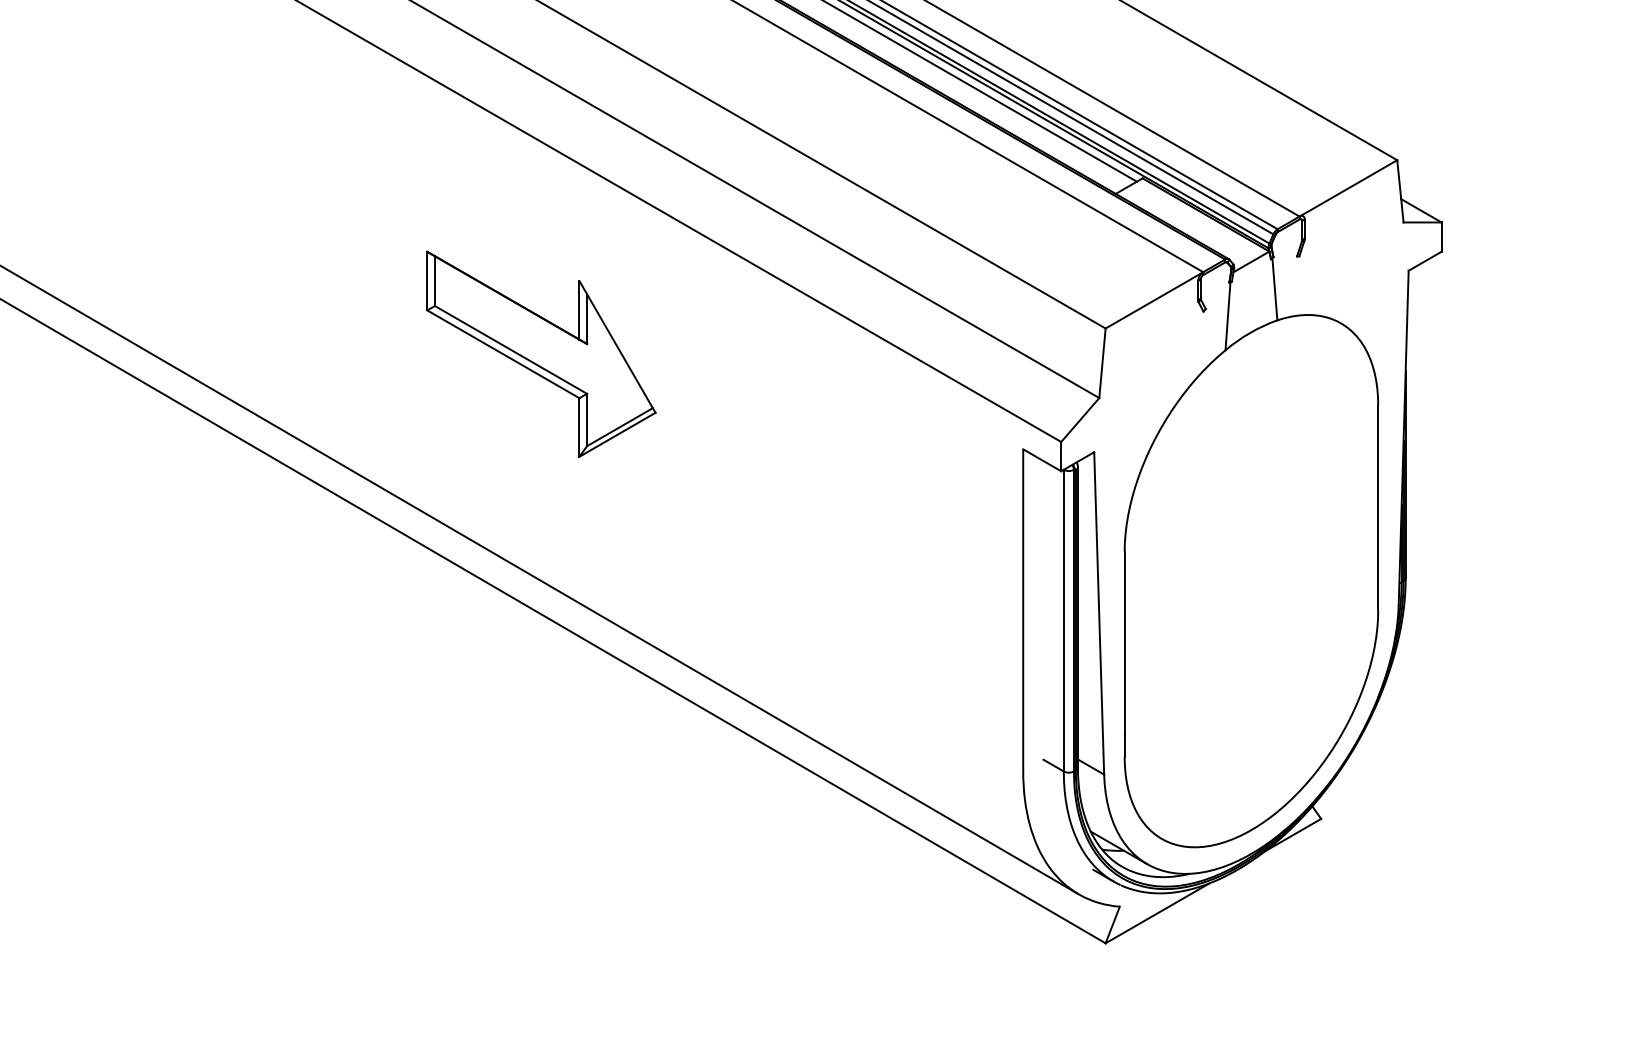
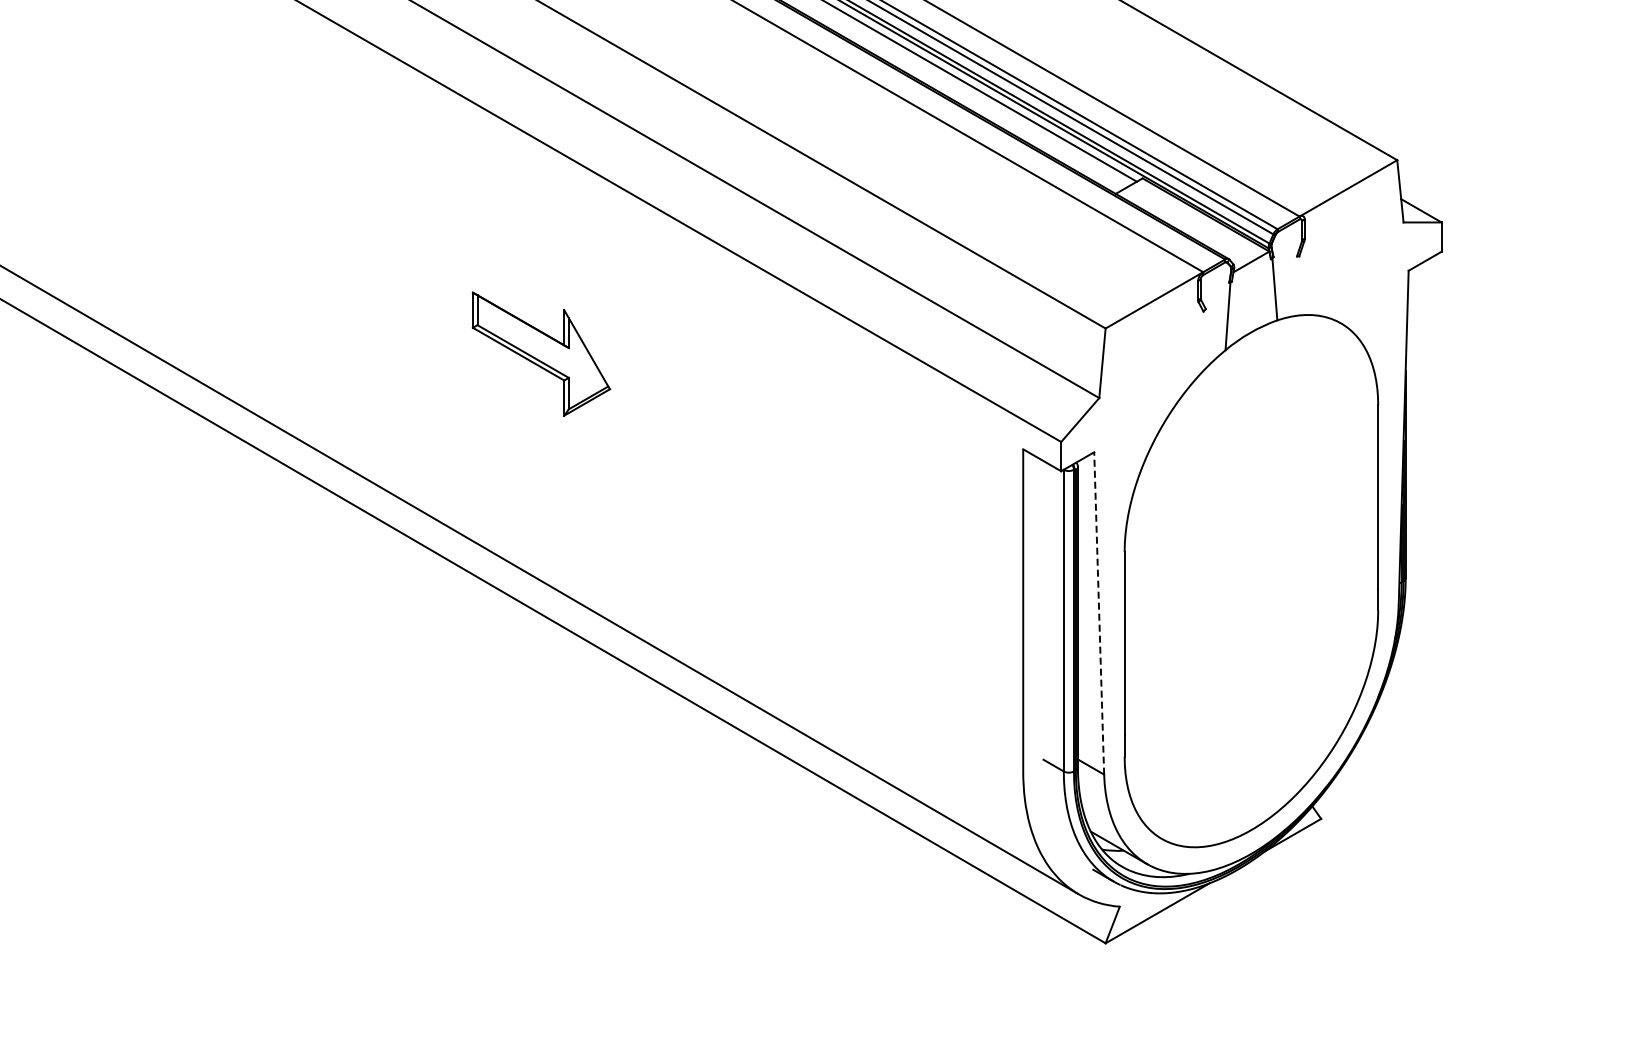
part at (541, 353) size: 231x208 px -> 141x126 px
line at (1099, 612): solid -> dashed
